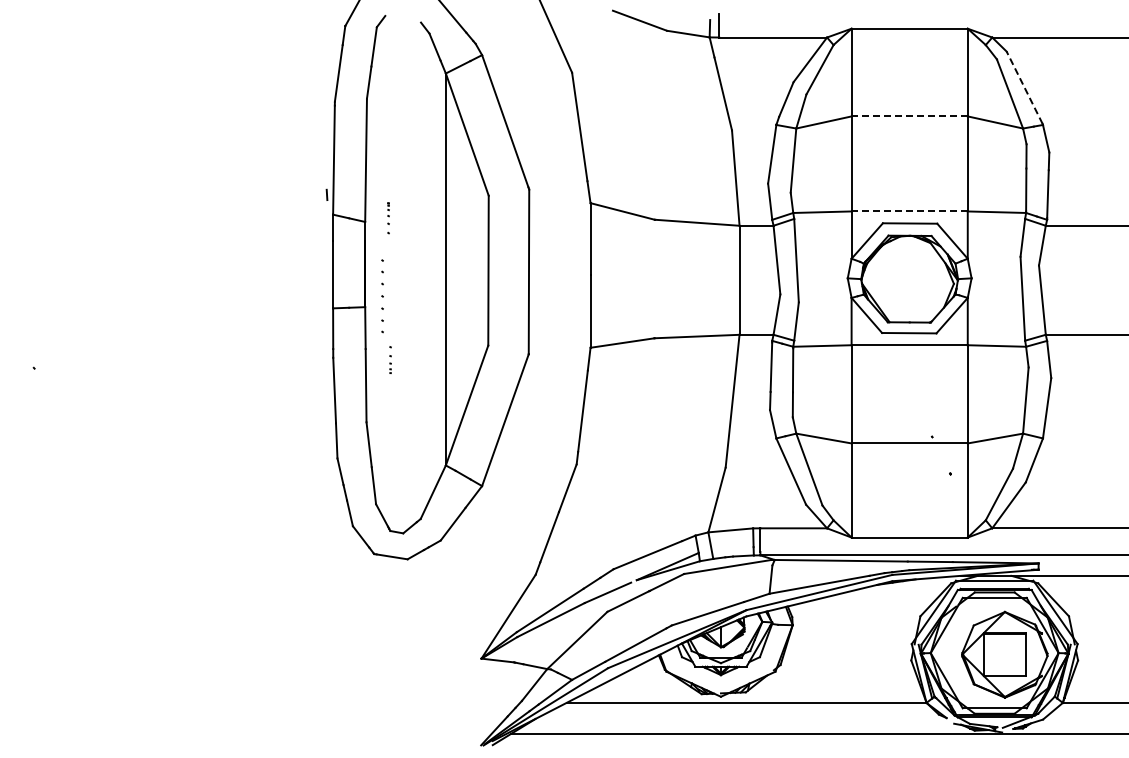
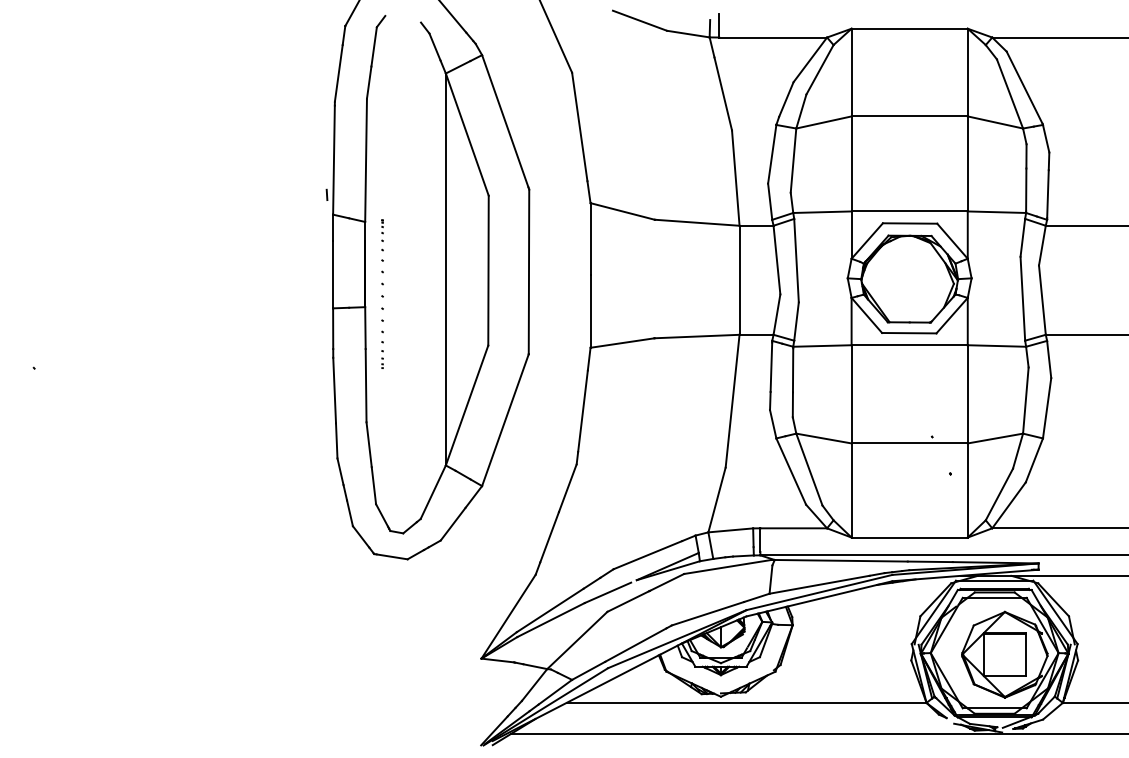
line at (1024, 87): dashed -> solid
line at (909, 116): dashed -> solid
line at (909, 211): dashed -> solid
part at (388, 218) position: (388, 218) -> (382, 235)
part at (390, 359) position: (390, 359) -> (382, 354)
